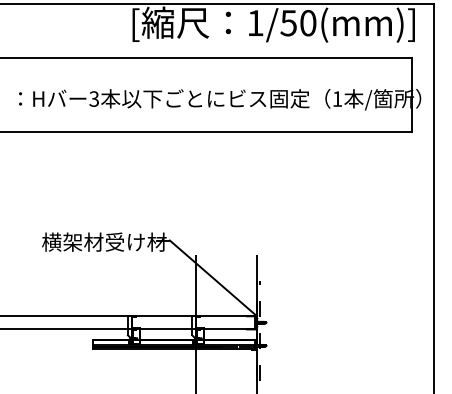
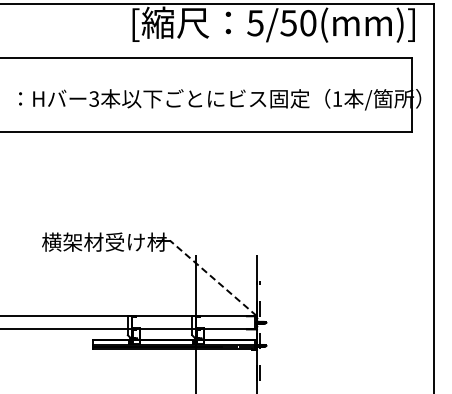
text at (255, 23): 1/50(mm)] -> 5/50(mm)]
line at (213, 278): solid -> dashed
